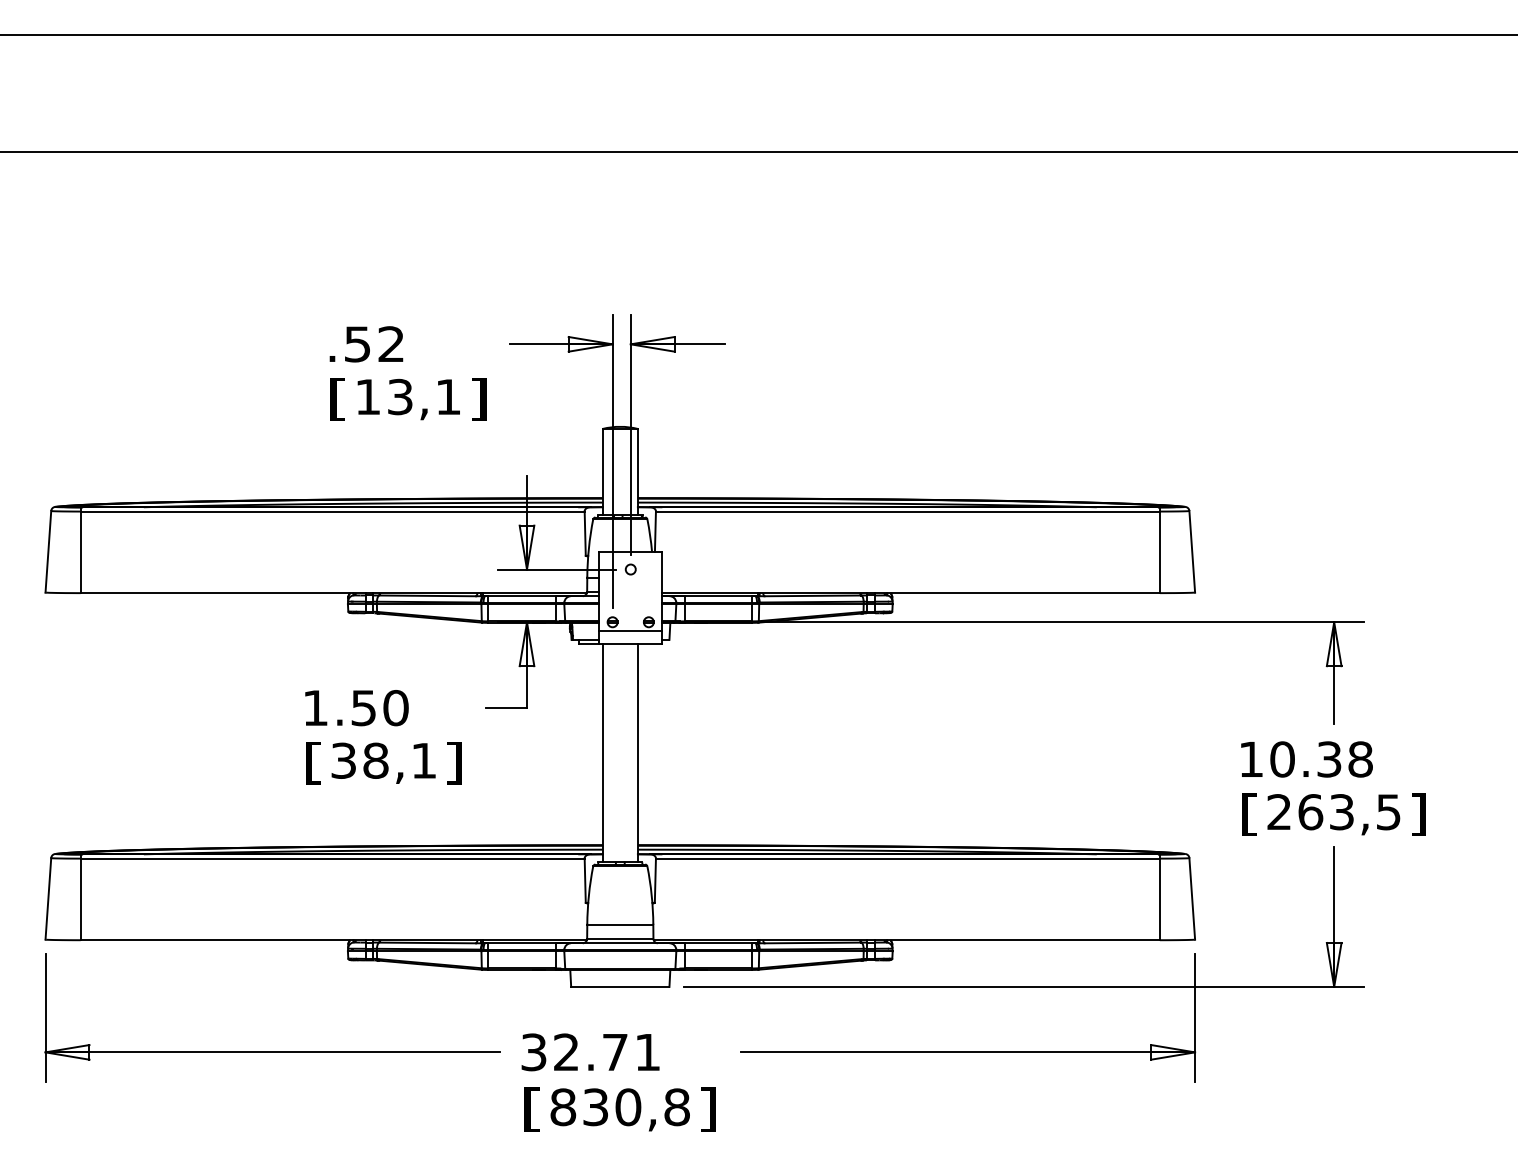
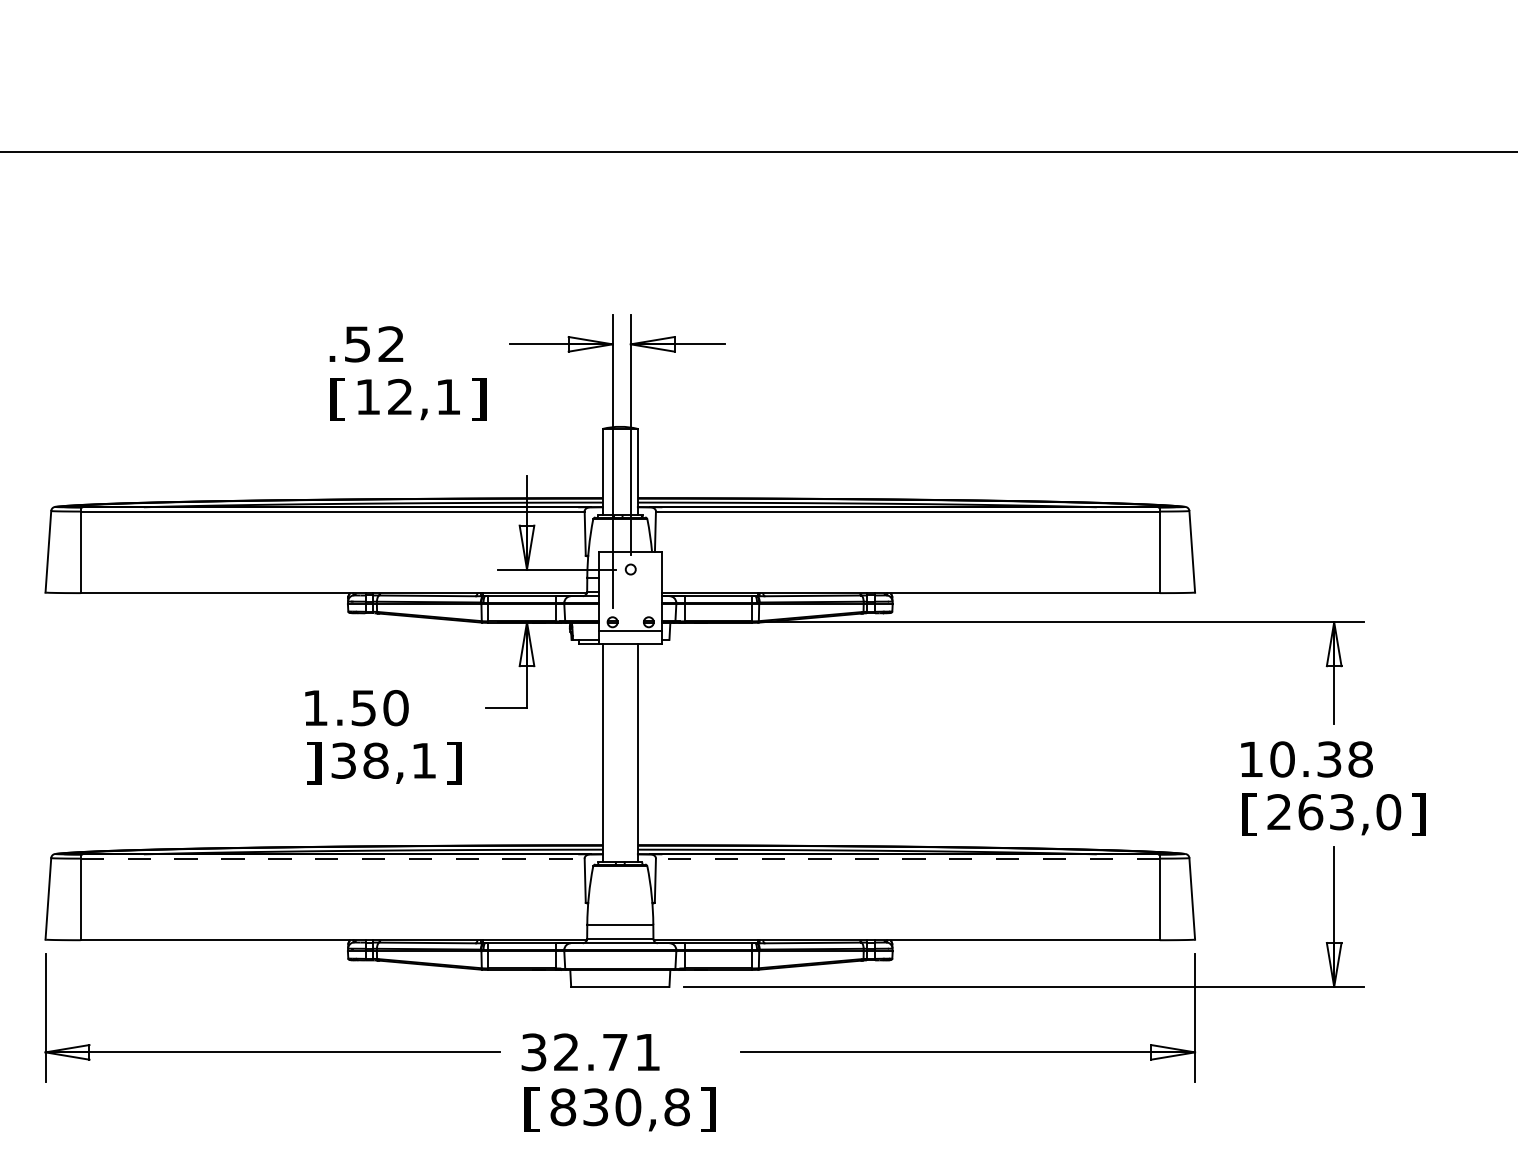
line at (758, 34): present -> none
text at (400, 397): 13,1 -> 12,1
text at (313, 763): [ -> ]
text at (1388, 812): 263,5 -> 263,0
line at (332, 858): solid -> dashed
line at (907, 858): solid -> dashed
